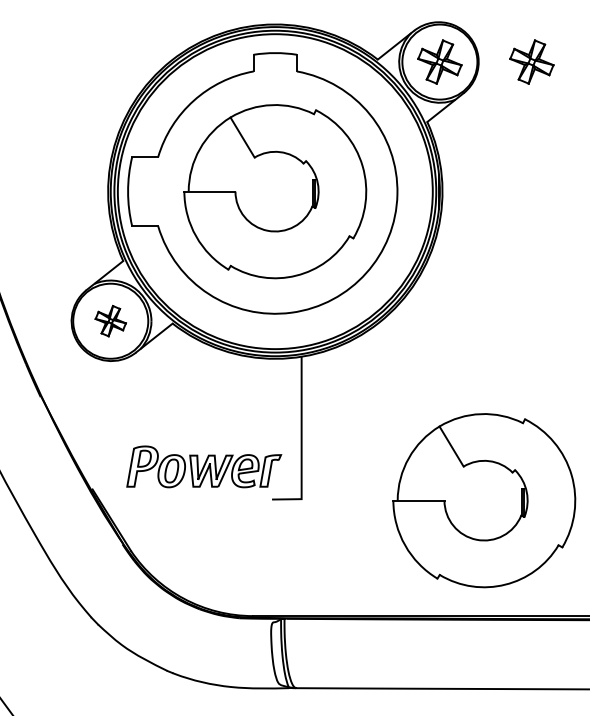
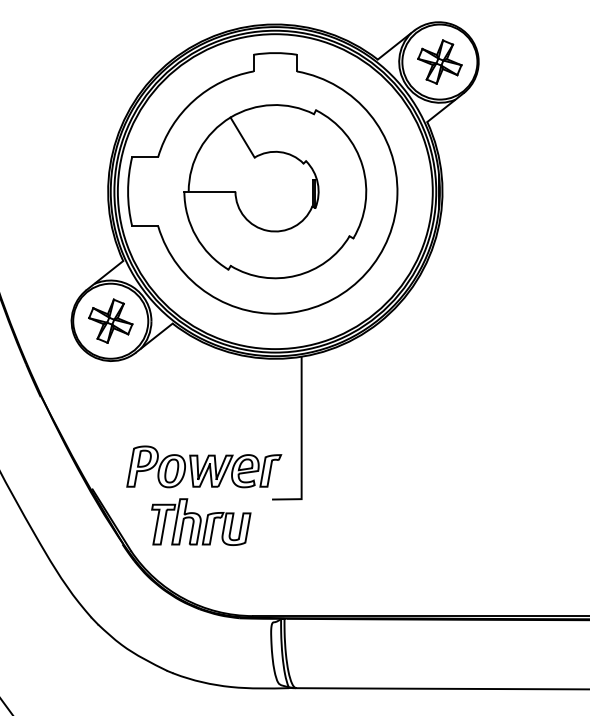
part at (531, 61): present -> none
part at (110, 320) size: 33x34 px -> 46x46 px
part at (484, 500): present -> none
part at (201, 521): none -> present
